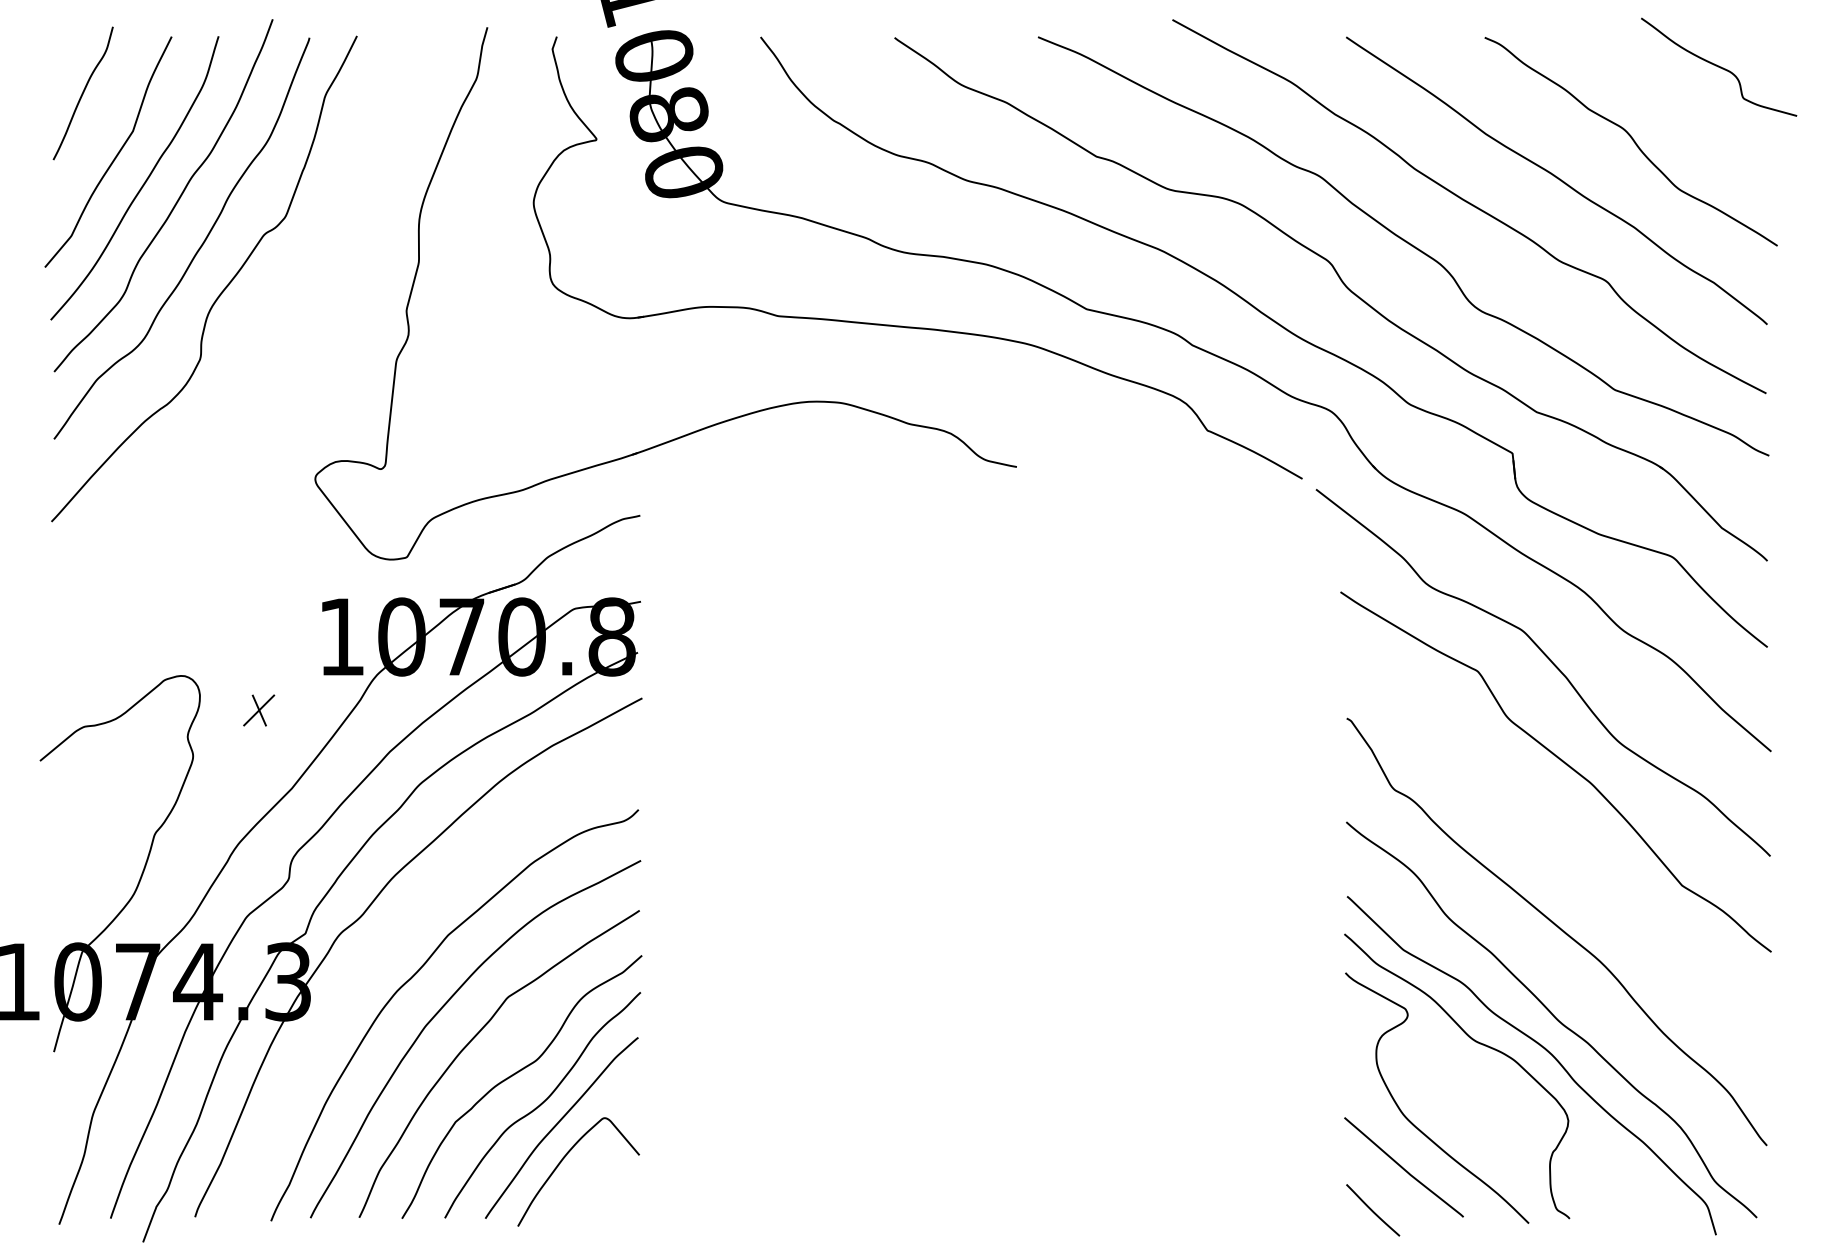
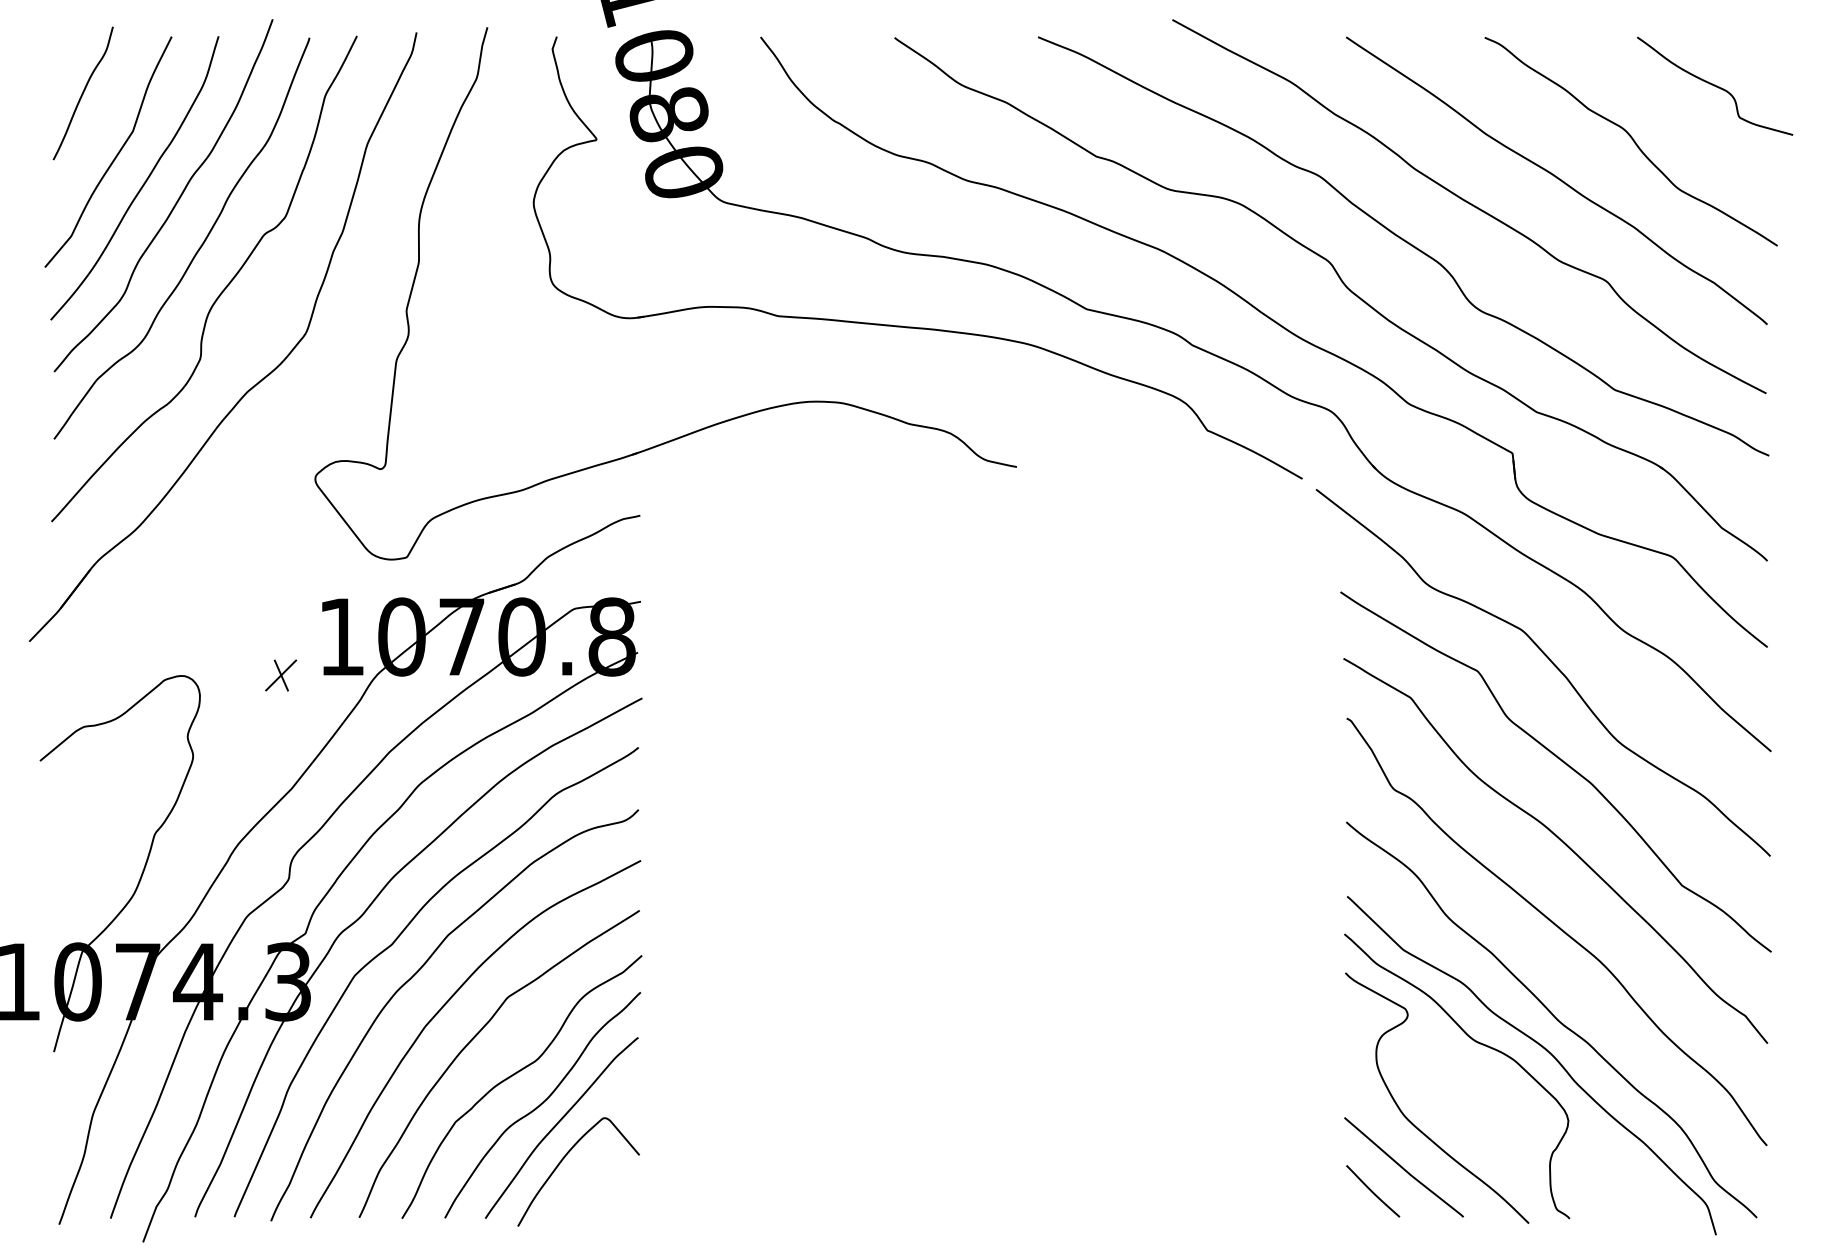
curve at (1719, 66) position: (1719, 66) -> (1715, 85)
part at (259, 380): none -> present
part at (259, 710) position: (259, 710) -> (281, 675)
curve at (1562, 842): none -> present
curve at (394, 943): none -> present
line at (1373, 1210) position: (1373, 1210) -> (1373, 1191)
